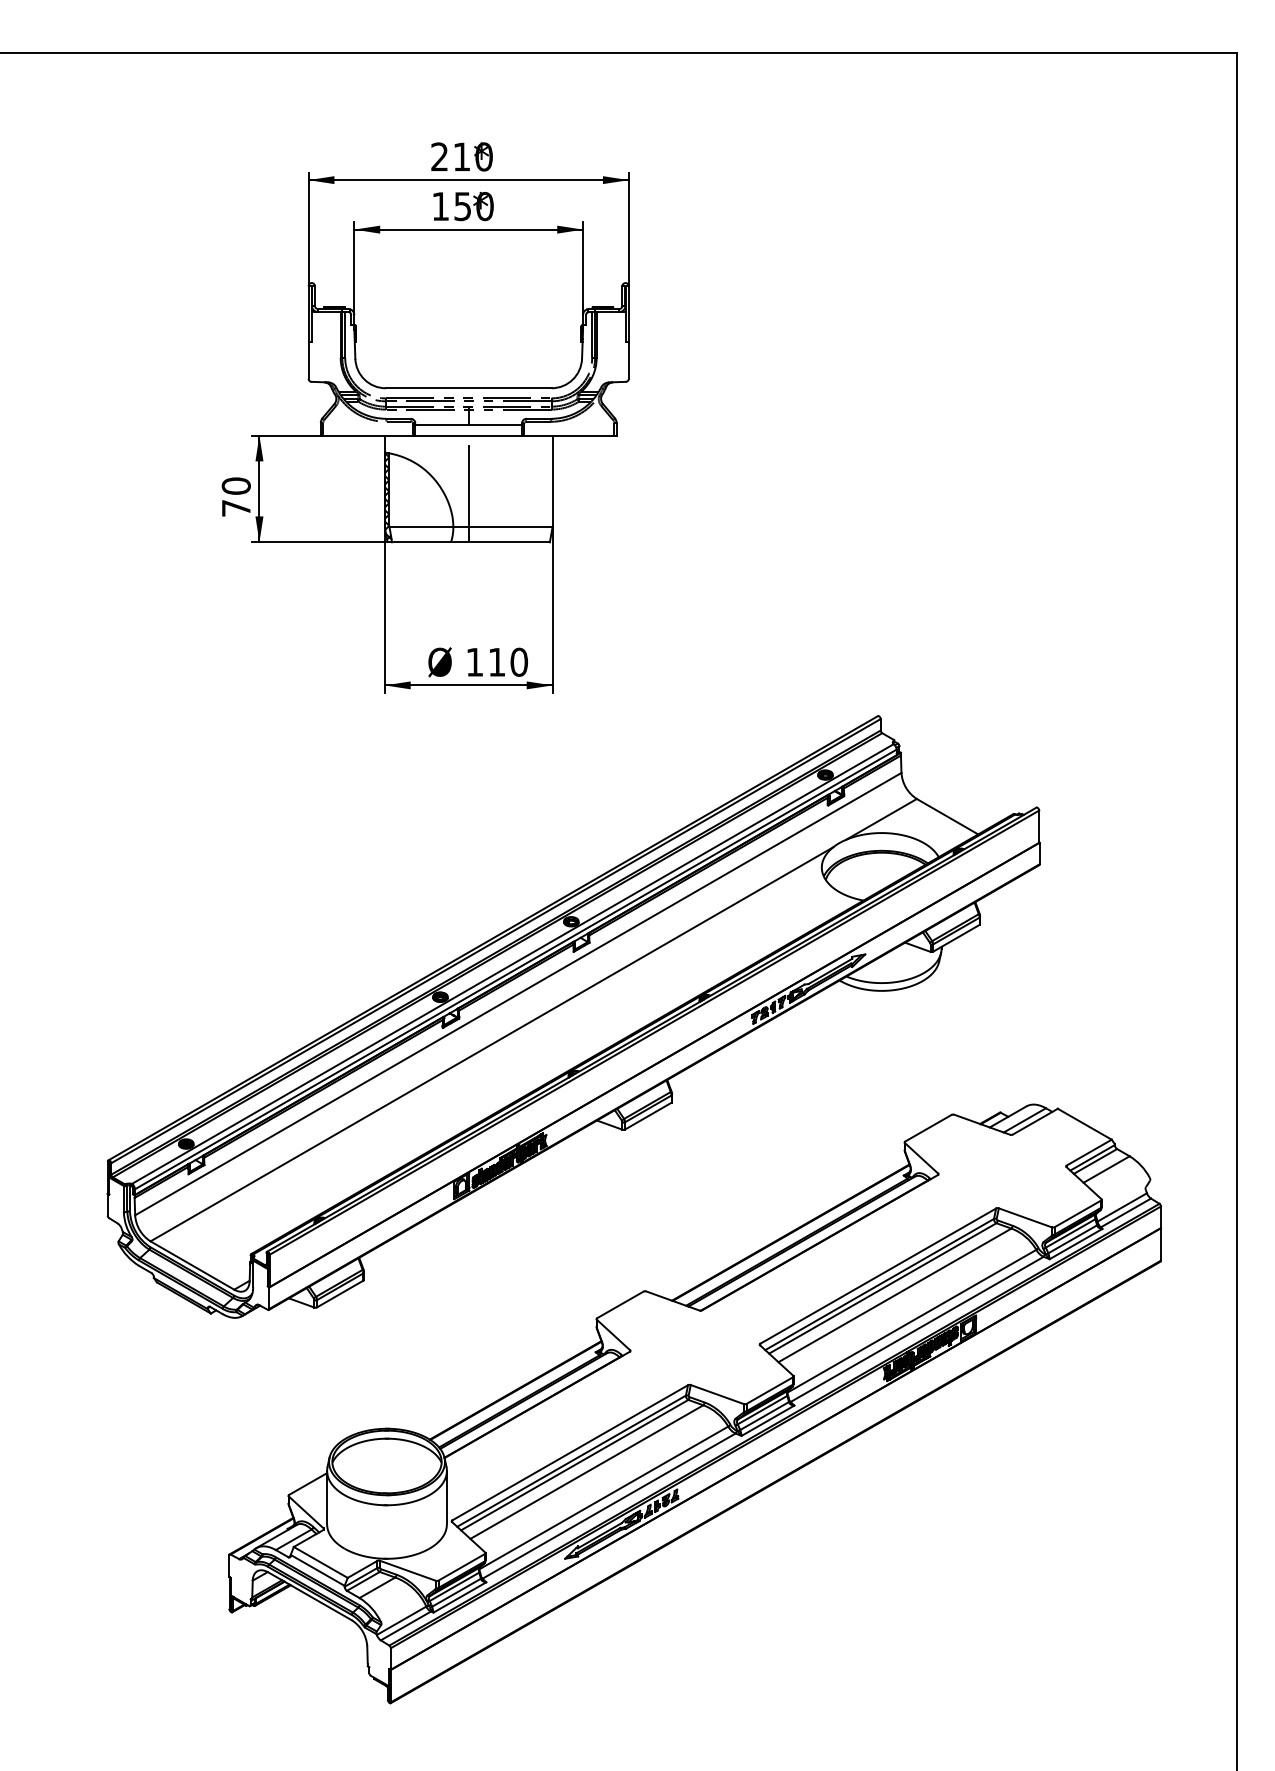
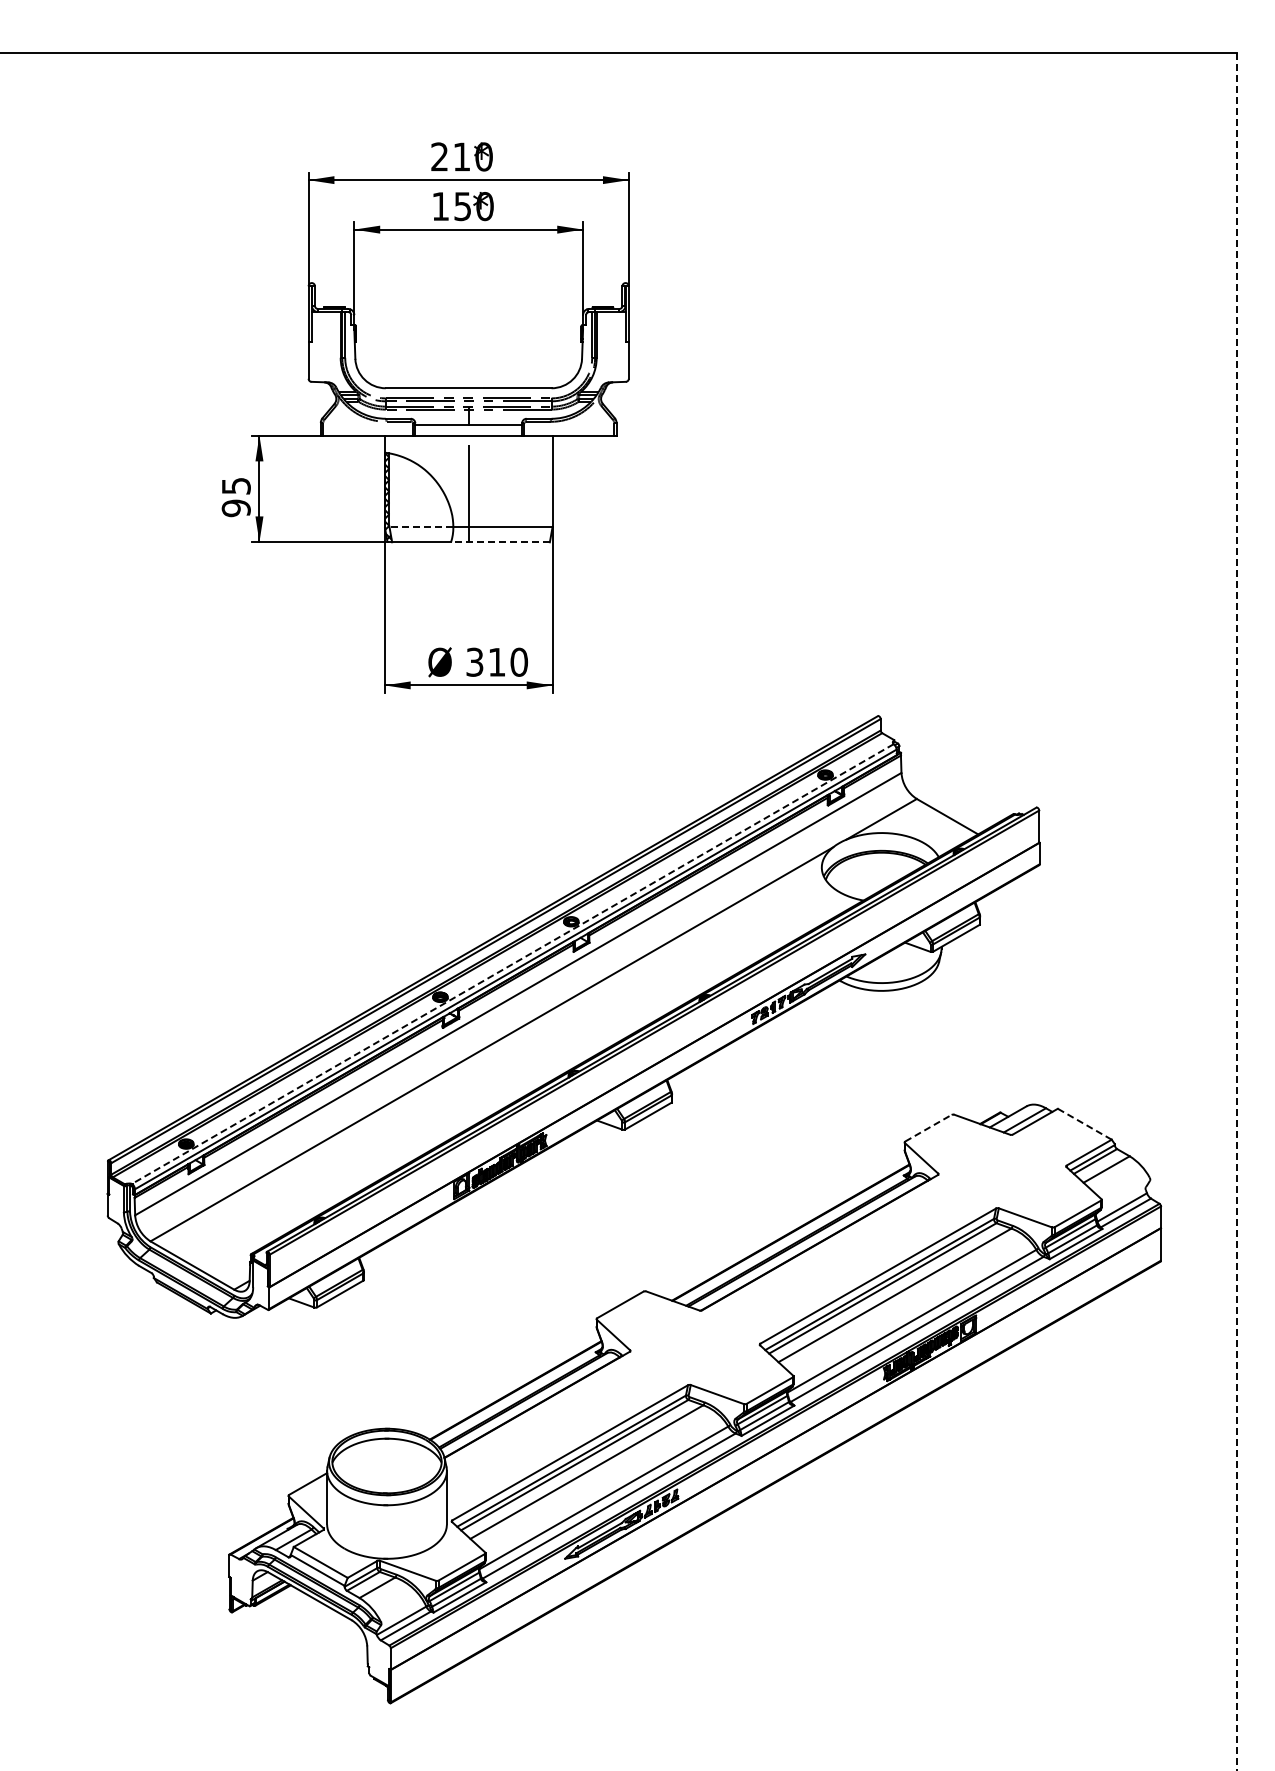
text at (235, 497): 70 -> 95
line at (421, 526): solid -> dashed
line at (499, 542): solid -> dashed
text at (474, 661): 110 -> 310
line at (1236, 911): solid -> dashed
line at (512, 964): solid -> dashed
line at (1084, 1124): solid -> dashed
line at (928, 1128): solid -> dashed
